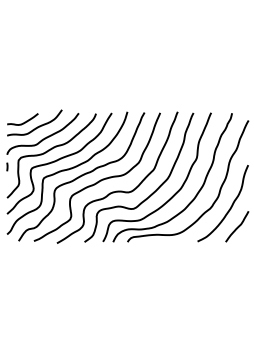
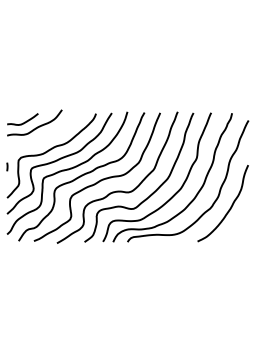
curve at (44, 137): present -> none
curve at (237, 226): present -> none
